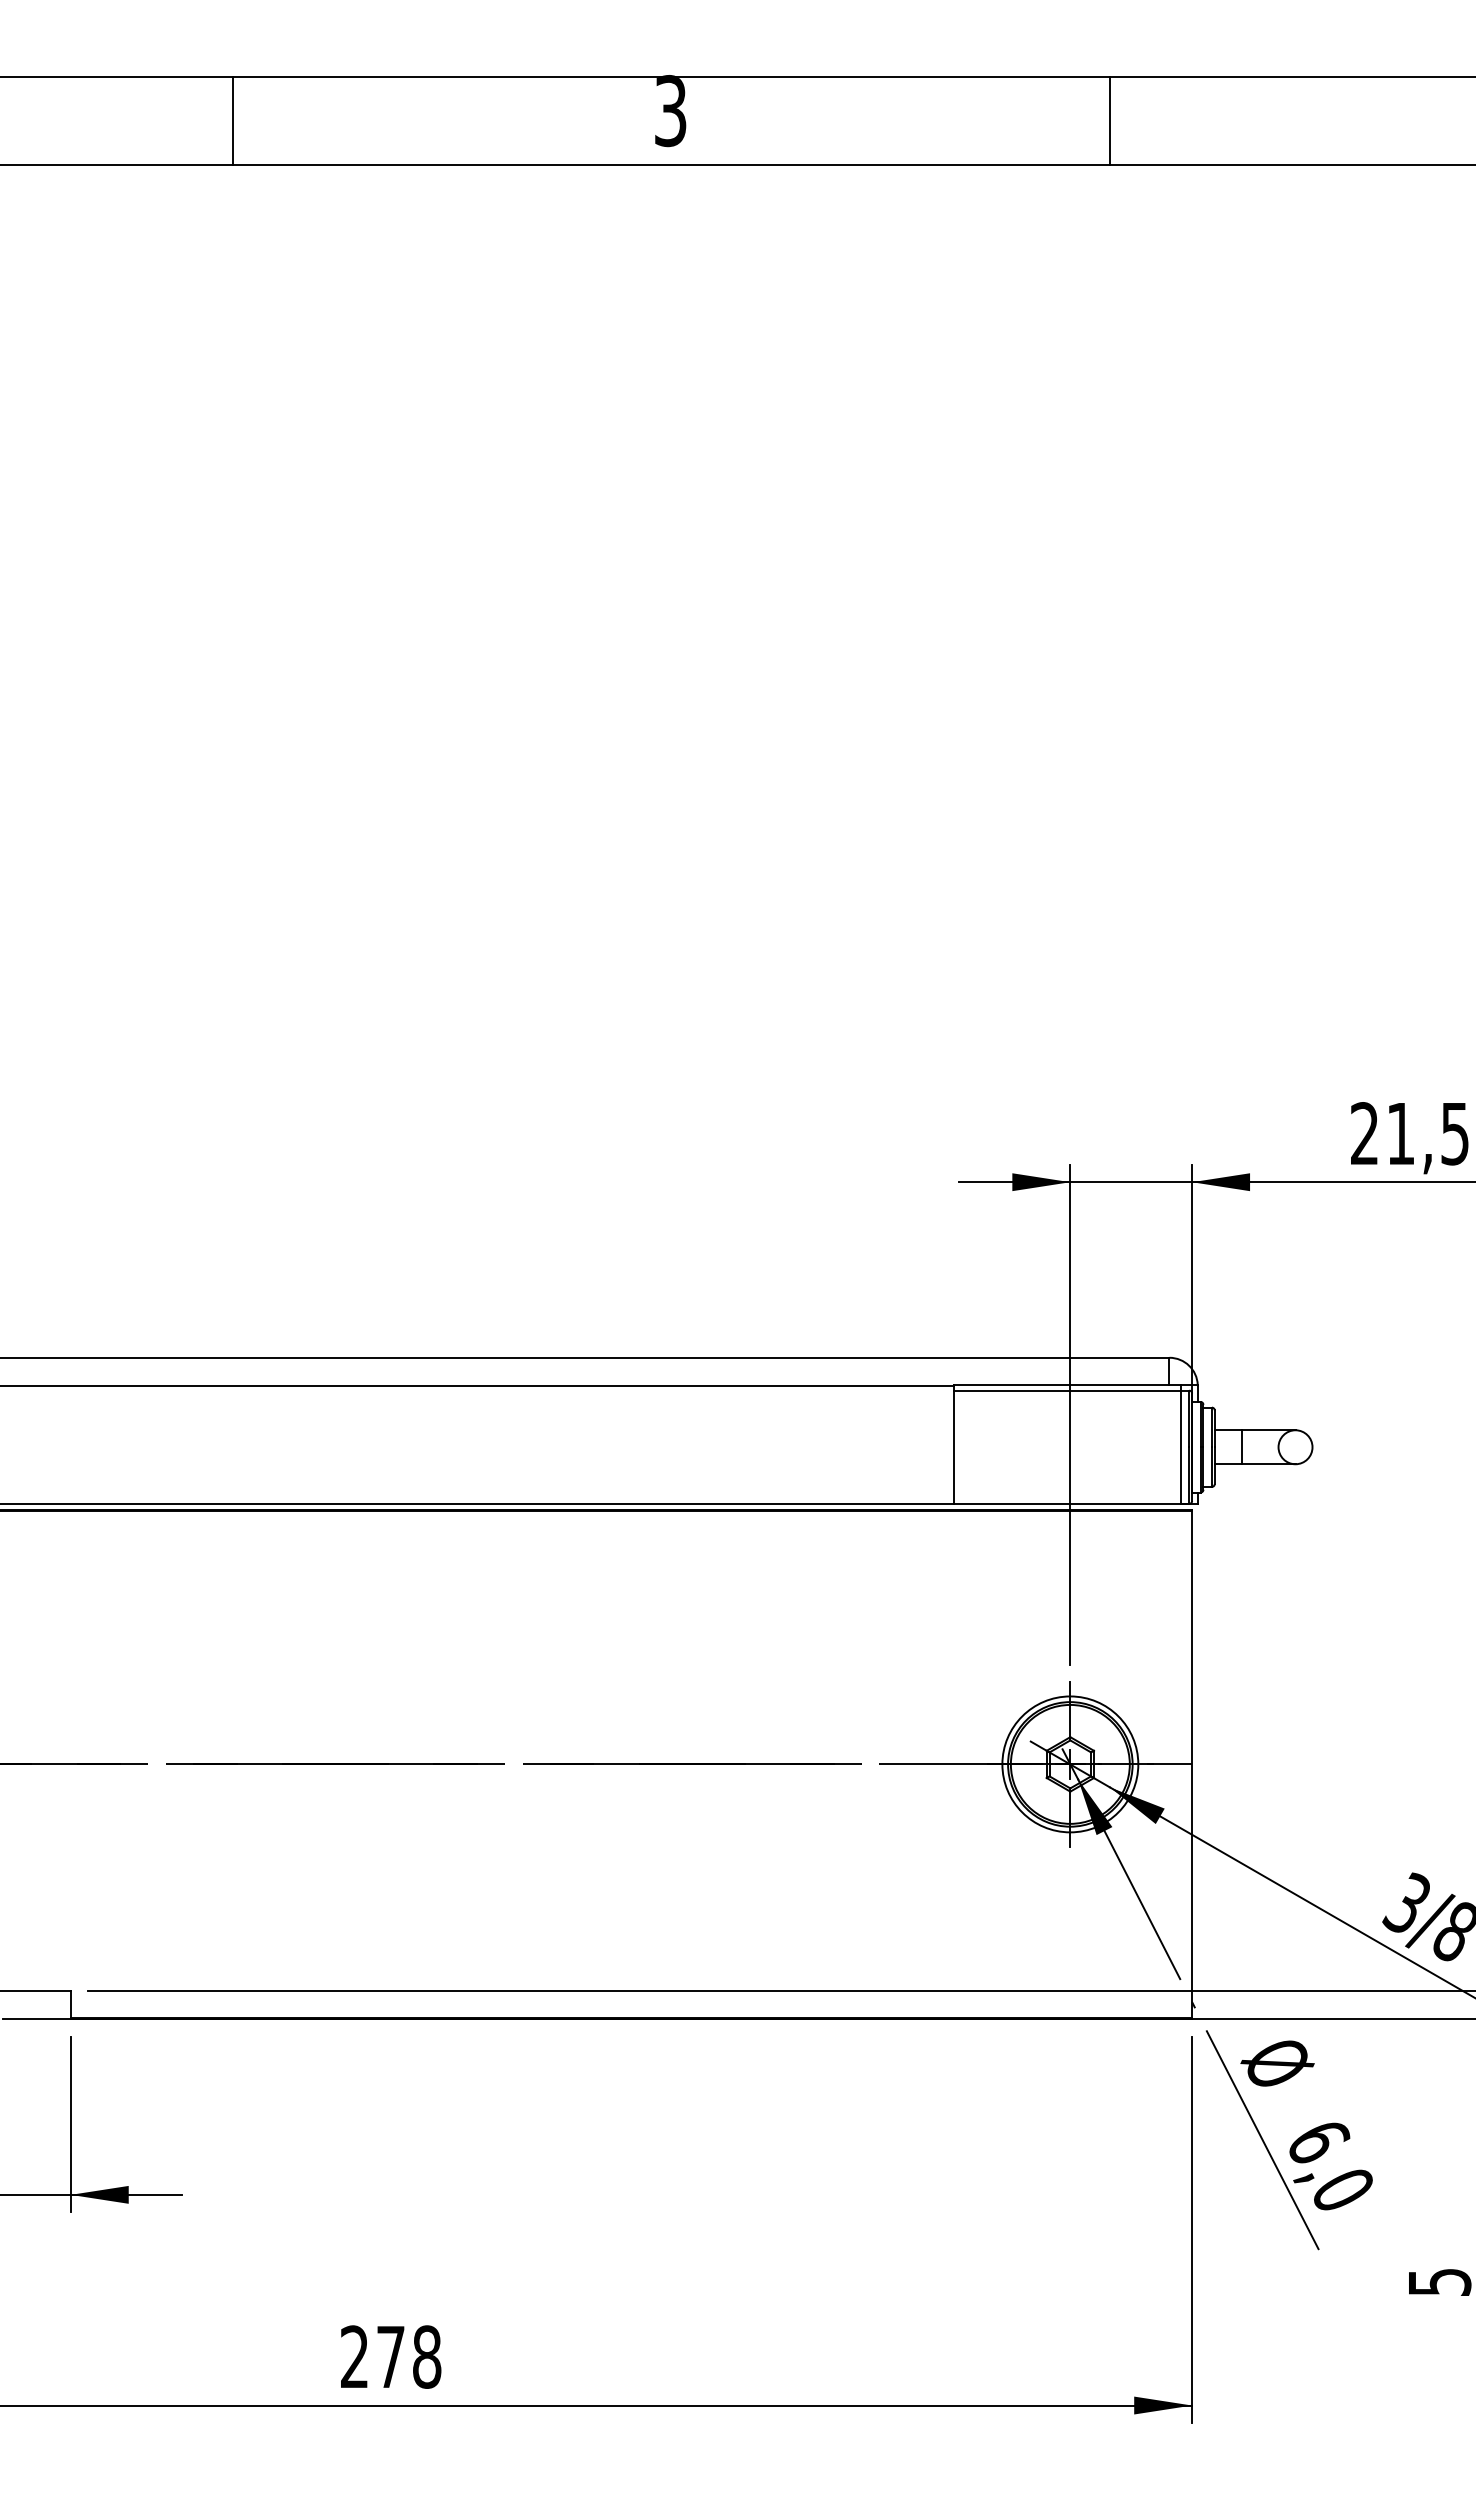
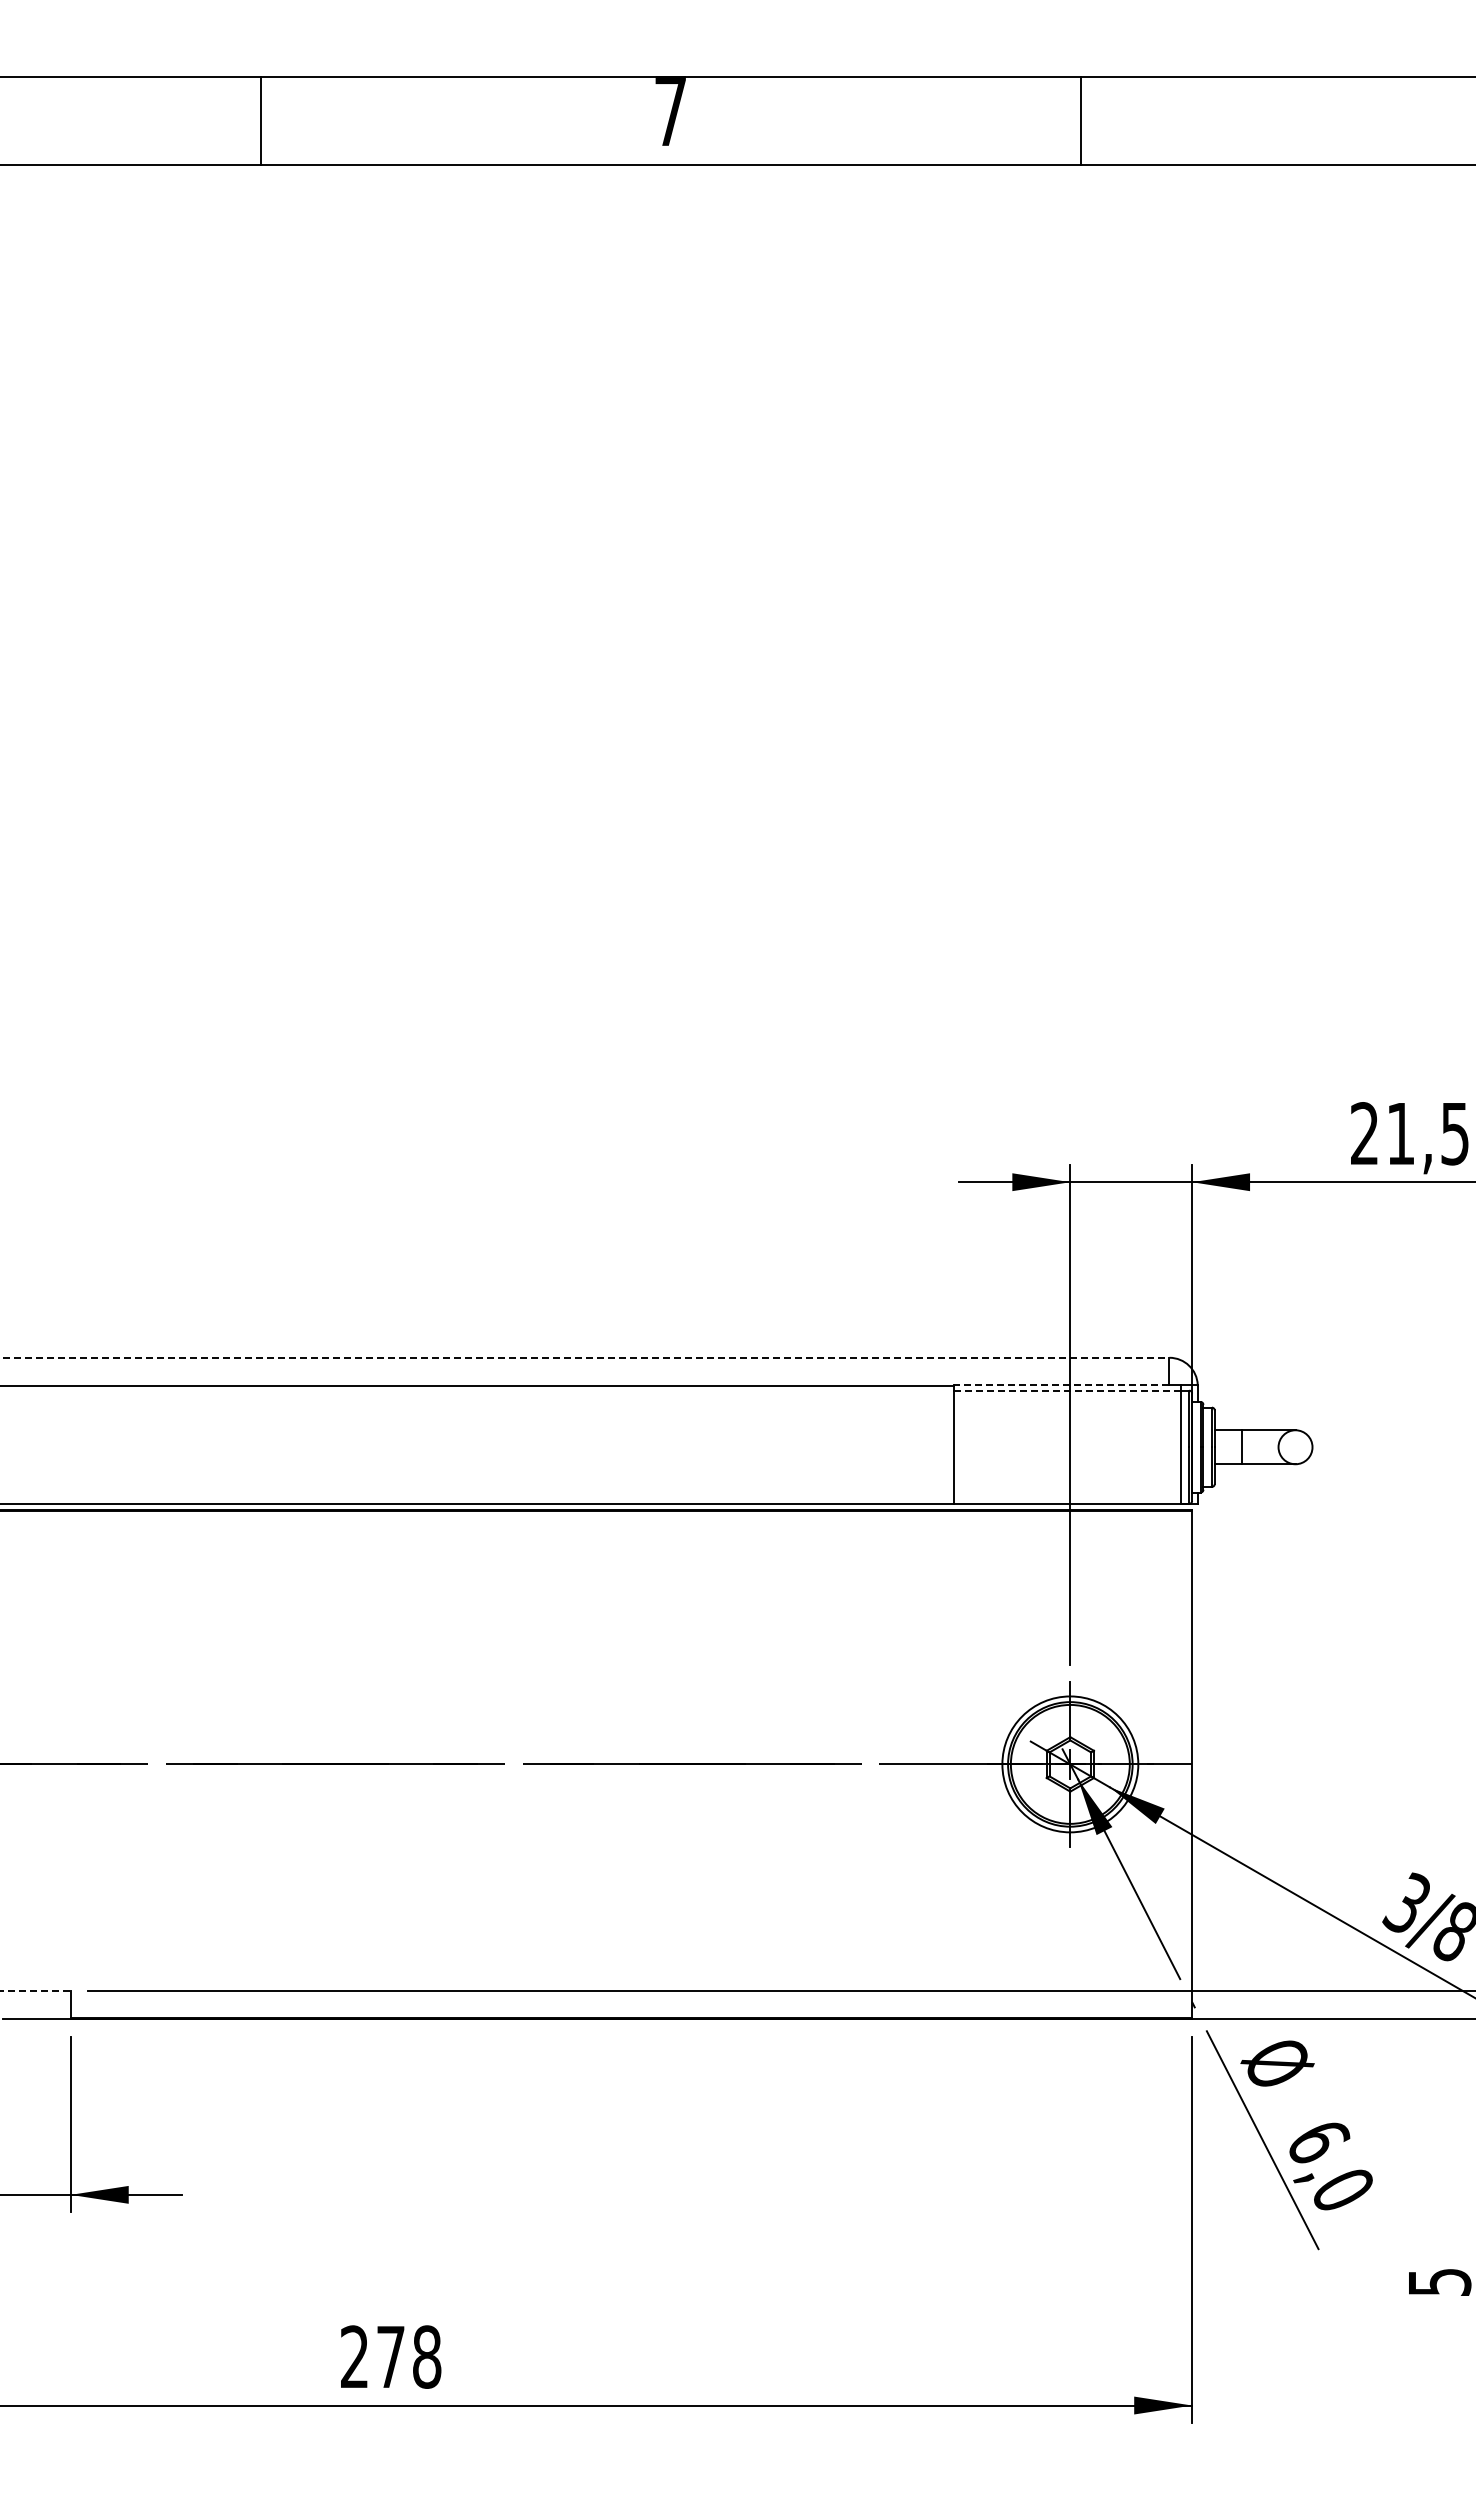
text at (670, 111): 3 -> 7
line at (232, 121) position: (232, 121) -> (260, 121)
line at (1110, 121) position: (1110, 121) -> (1081, 121)
line at (585, 1357): solid -> dashed
line at (1061, 1384): solid -> dashed
line at (1067, 1390): solid -> dashed
line at (35, 1990): solid -> dashed
